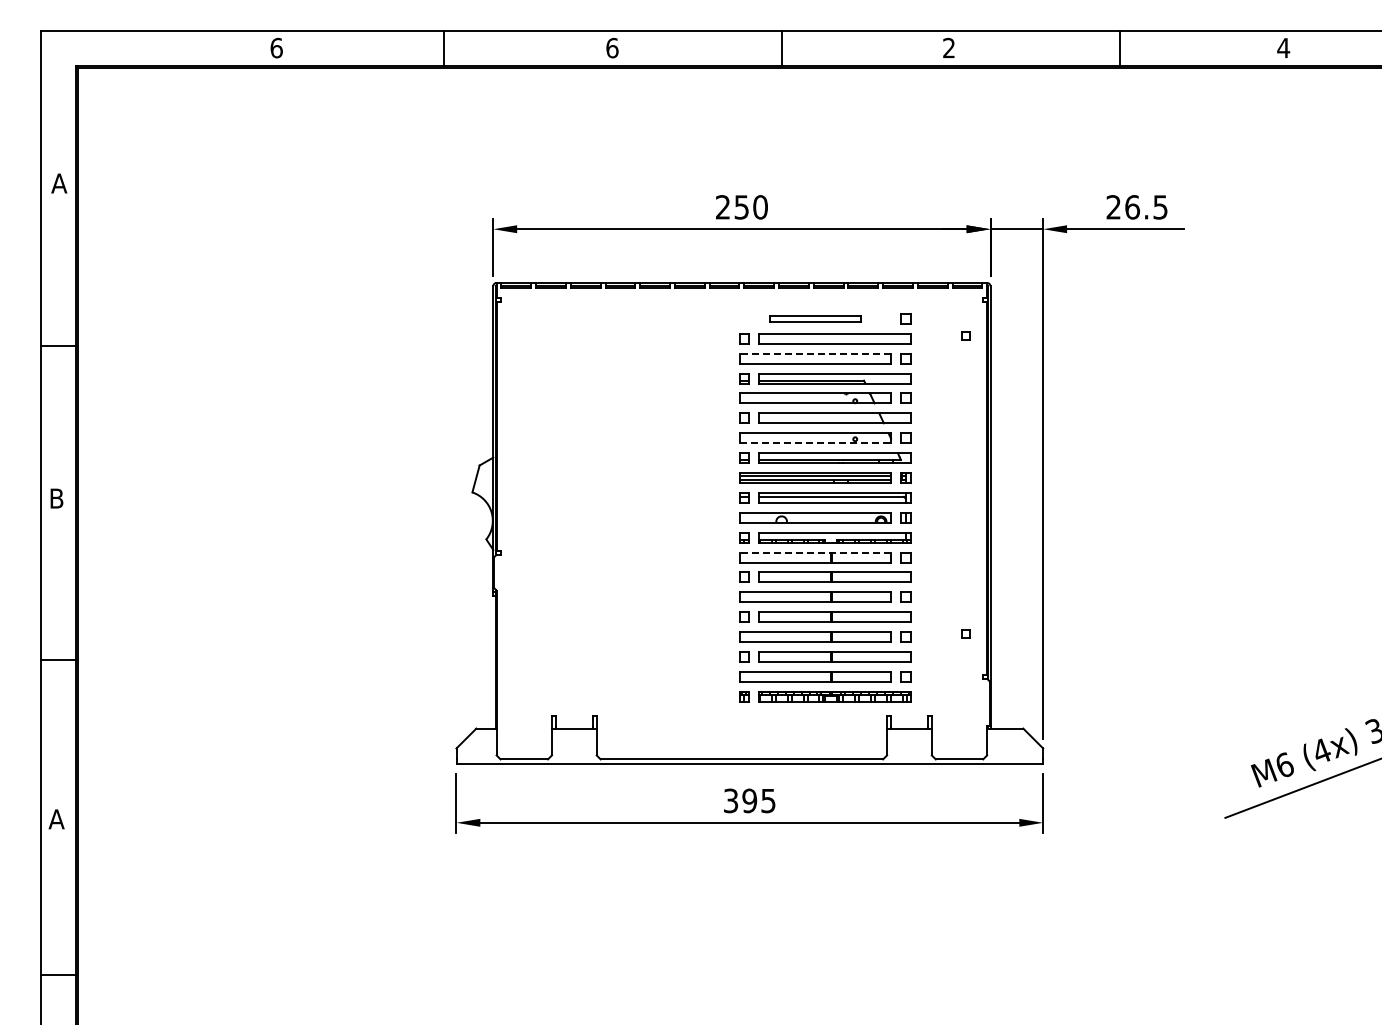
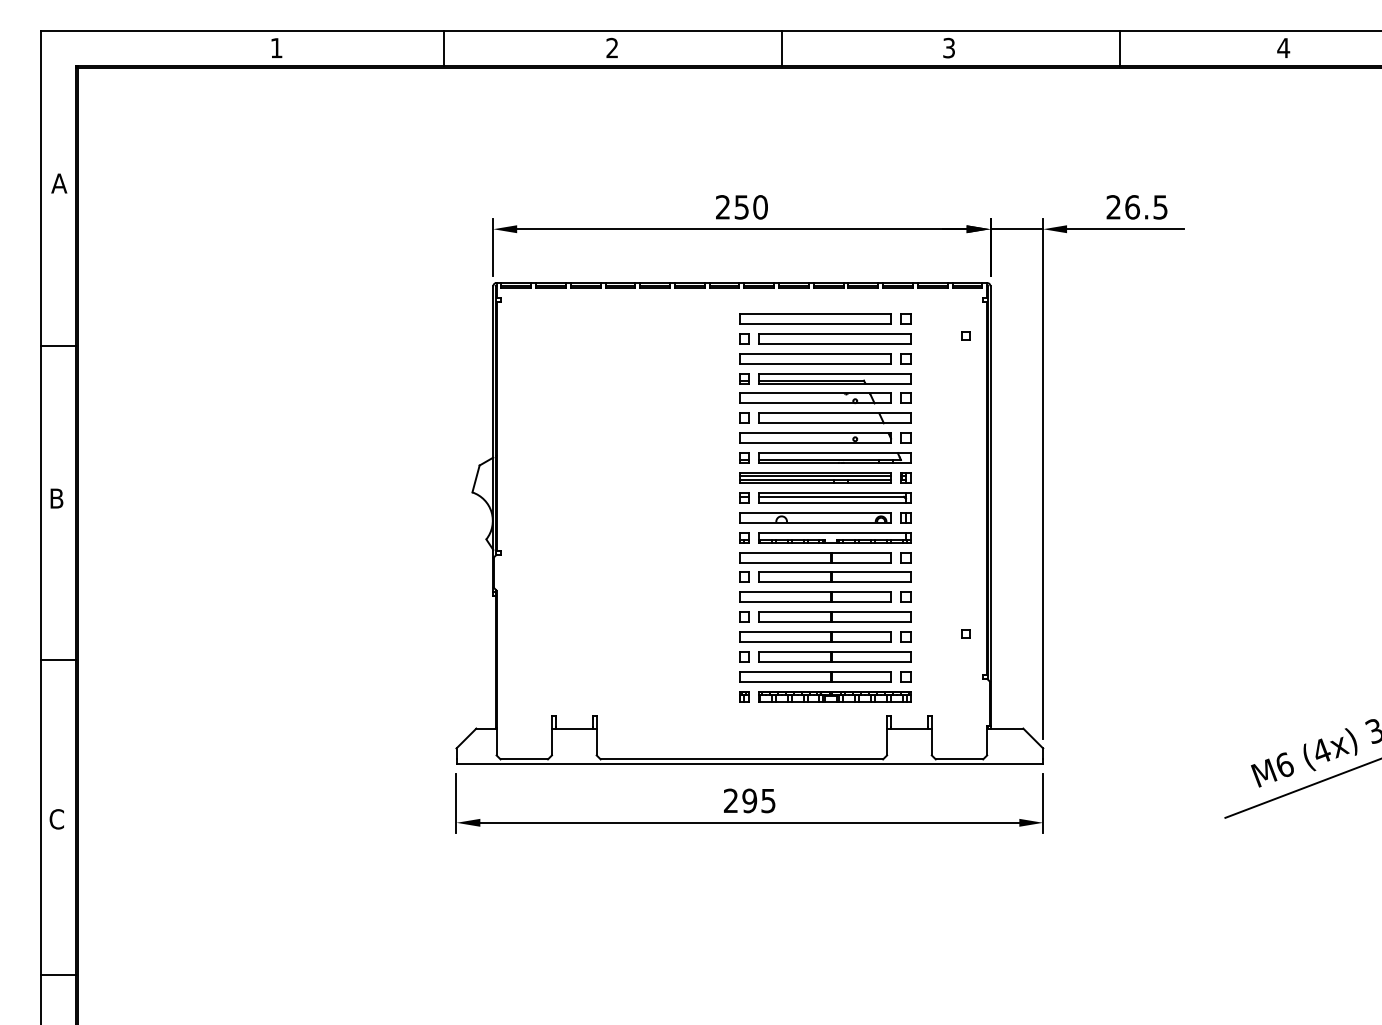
text at (276, 47): 6 -> 1
text at (612, 47): 6 -> 2
text at (948, 48): 2 -> 3
part at (815, 318) size: 93x8 px -> 153x12 px
line at (815, 353): dashed -> solid
line at (815, 443): dashed -> solid
line at (815, 552): dashed -> solid
text at (731, 800): 395 -> 295
text at (56, 819): A -> C
